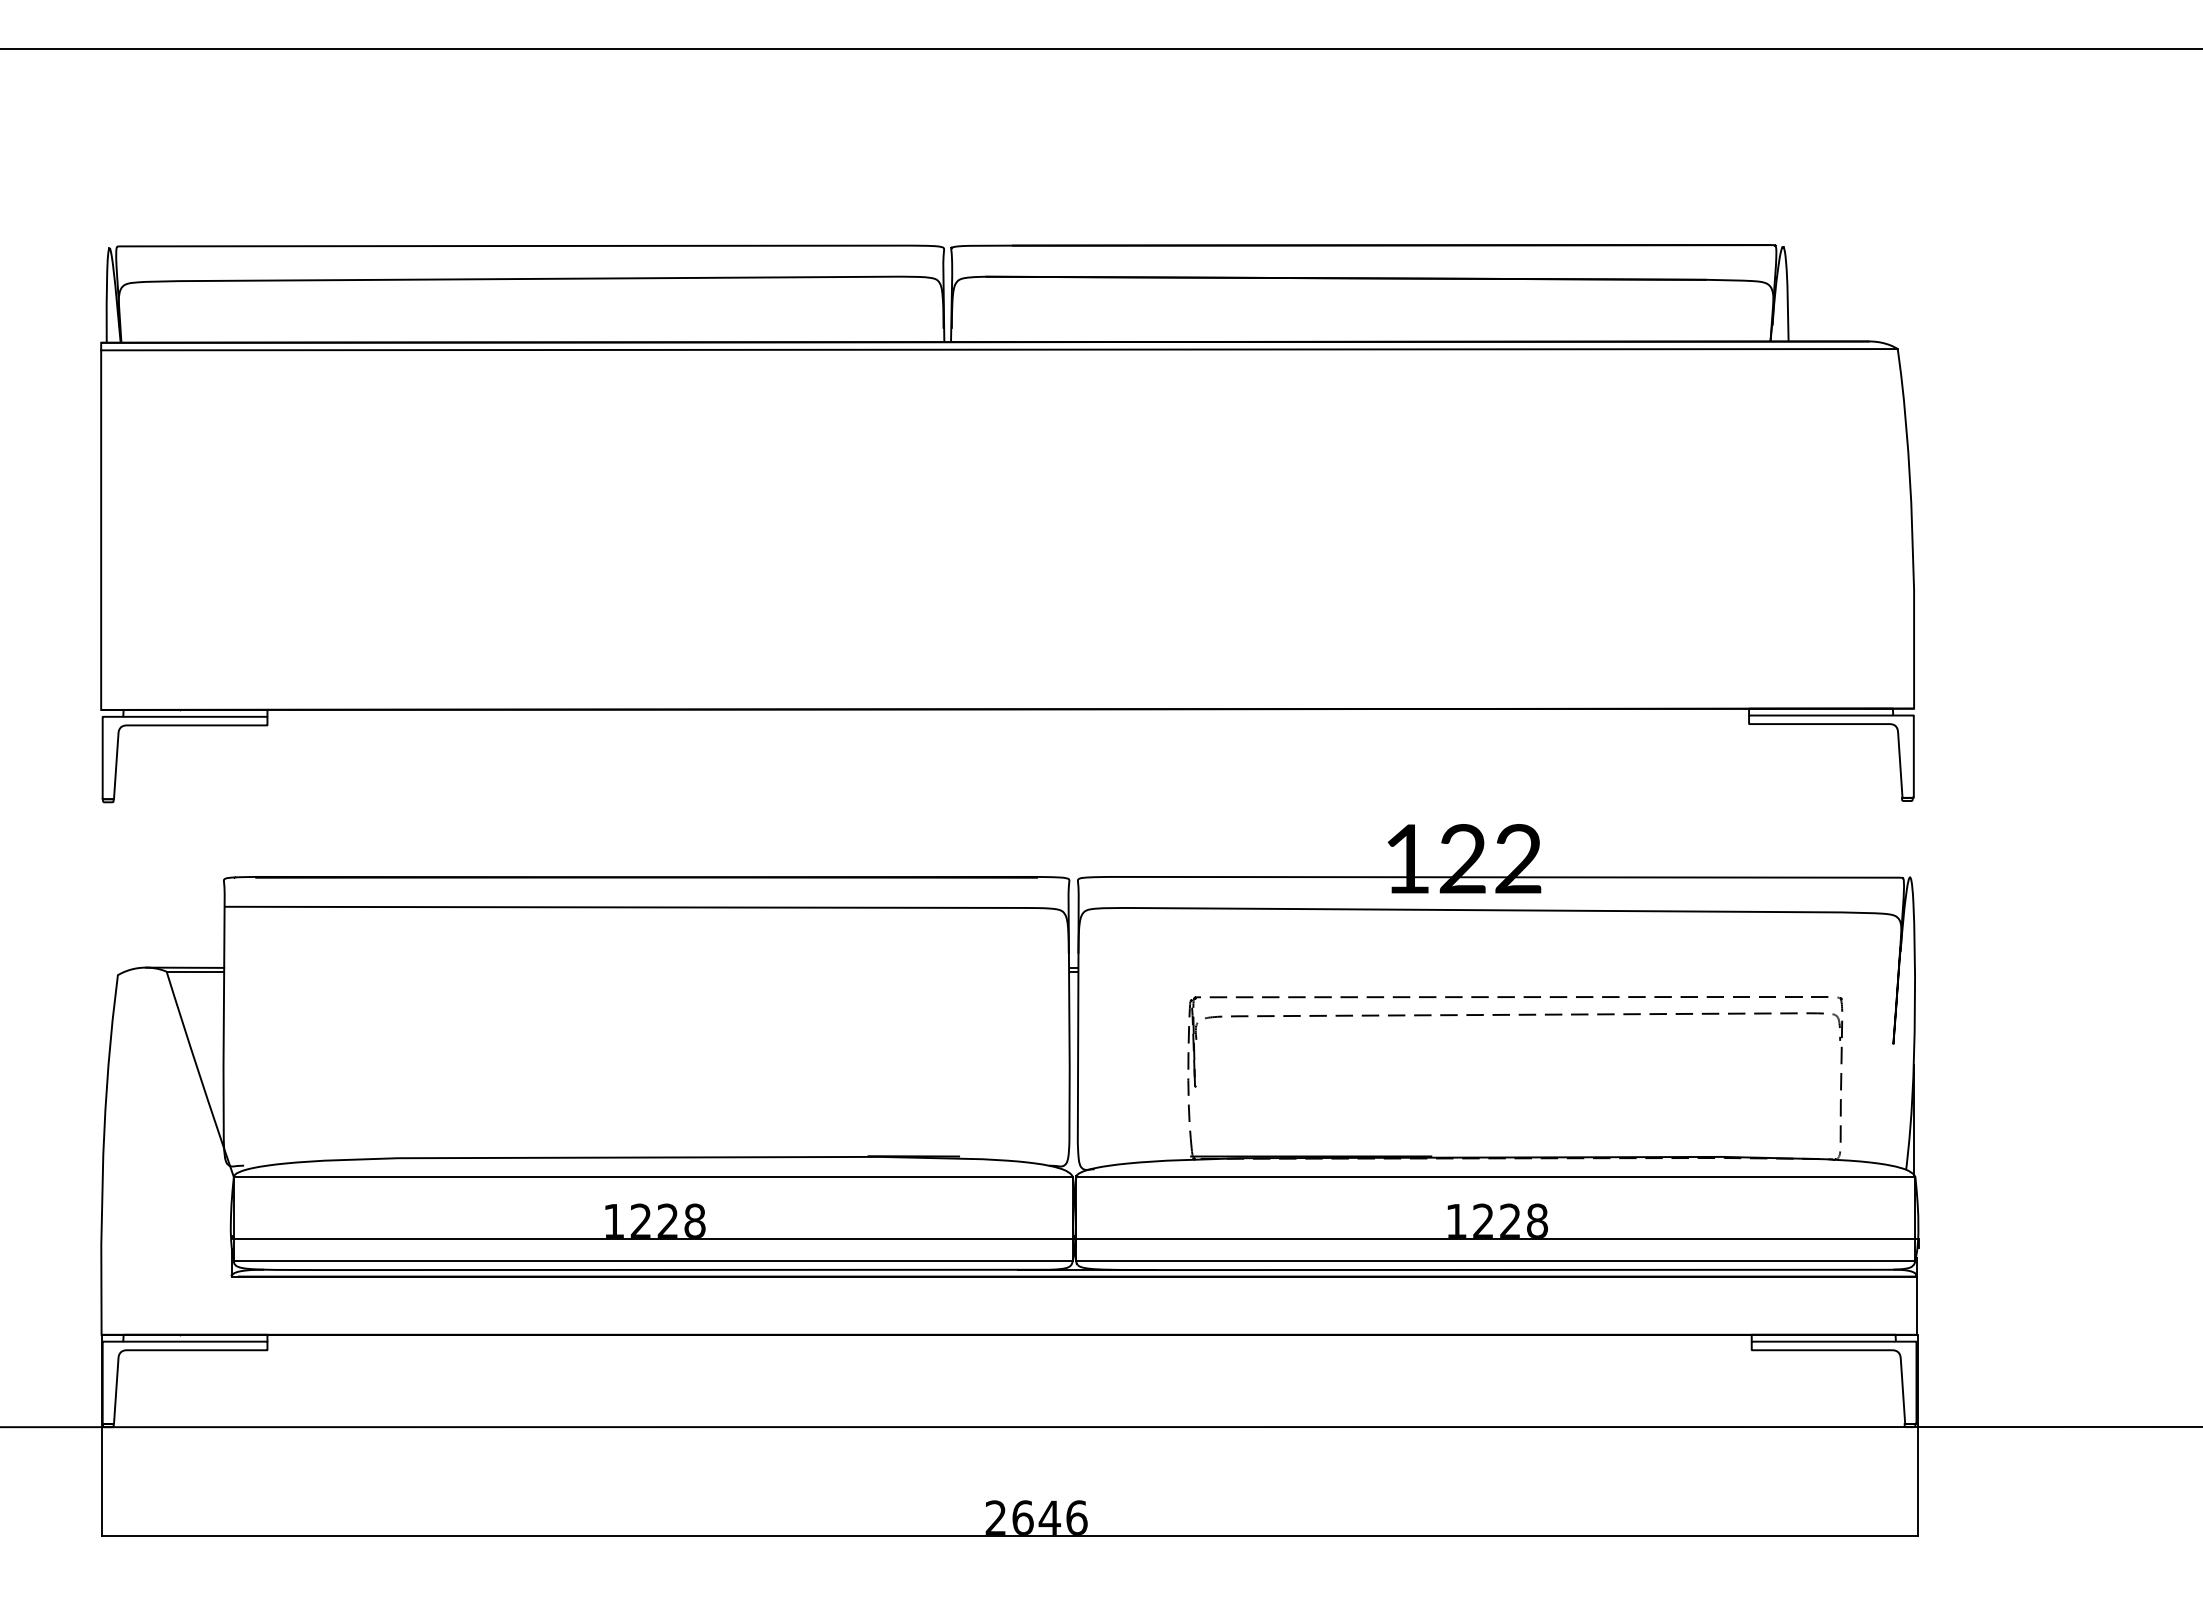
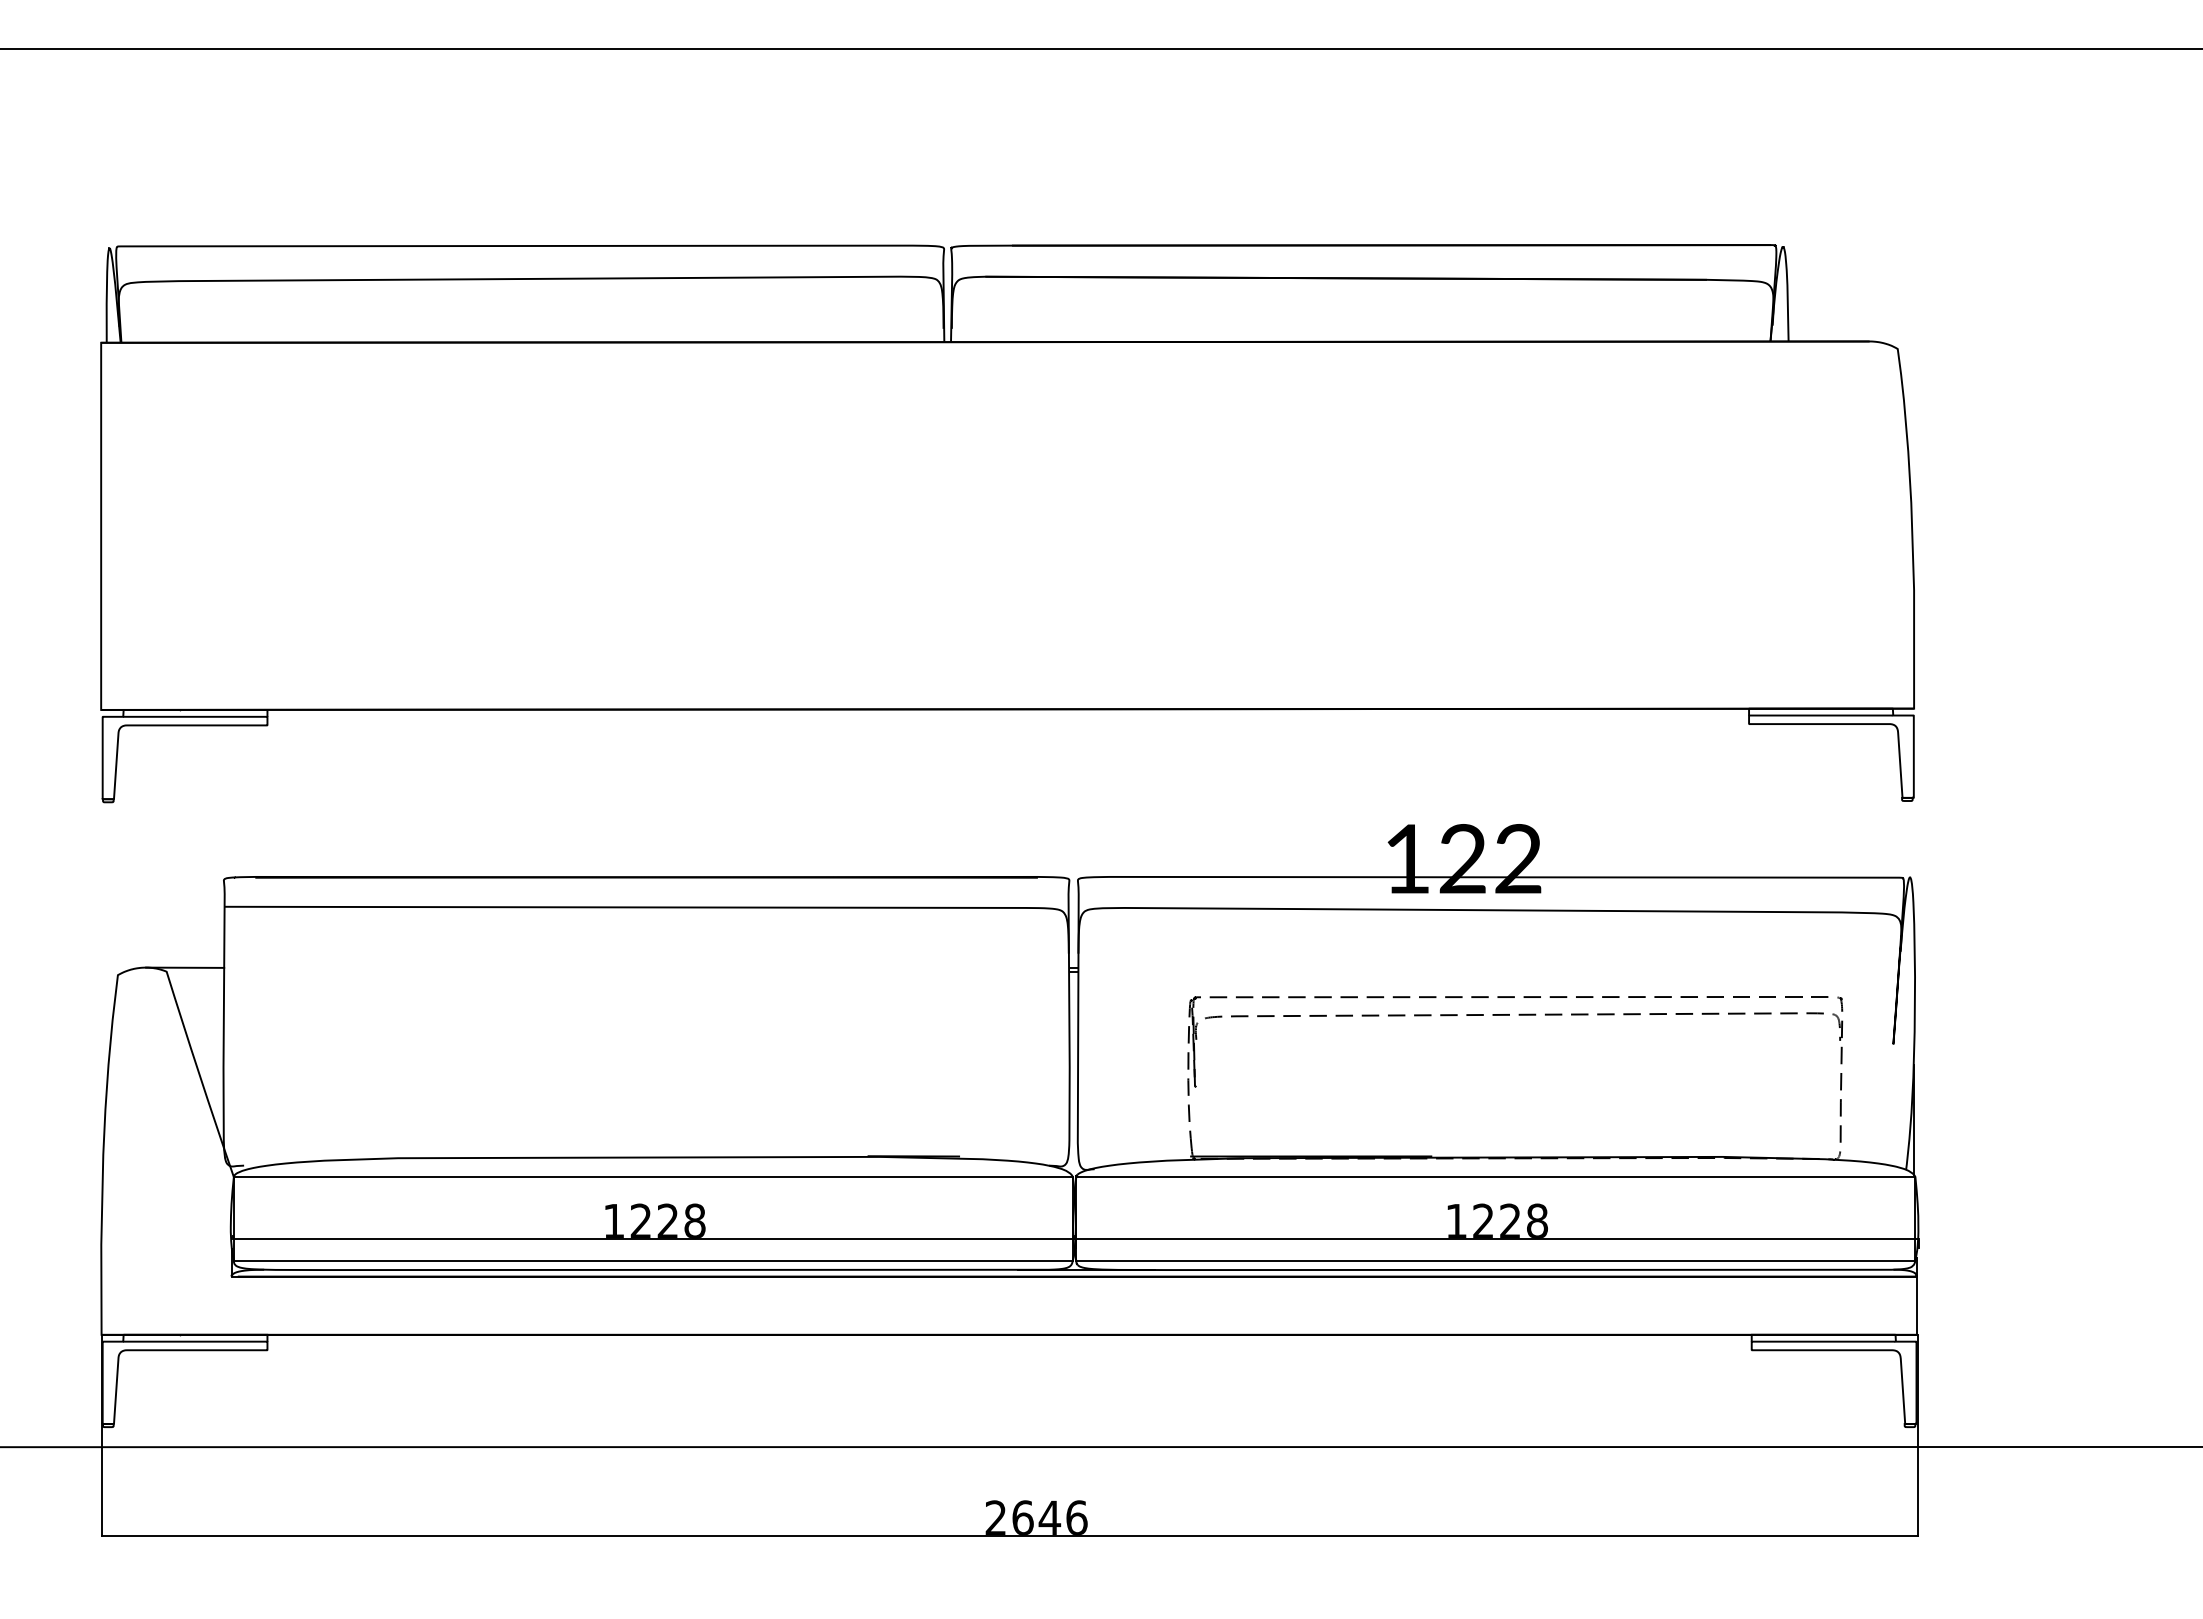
line at (999, 349): present -> none
line at (195, 971): present -> none
line at (1100, 1426) position: (1100, 1426) -> (1100, 1446)
